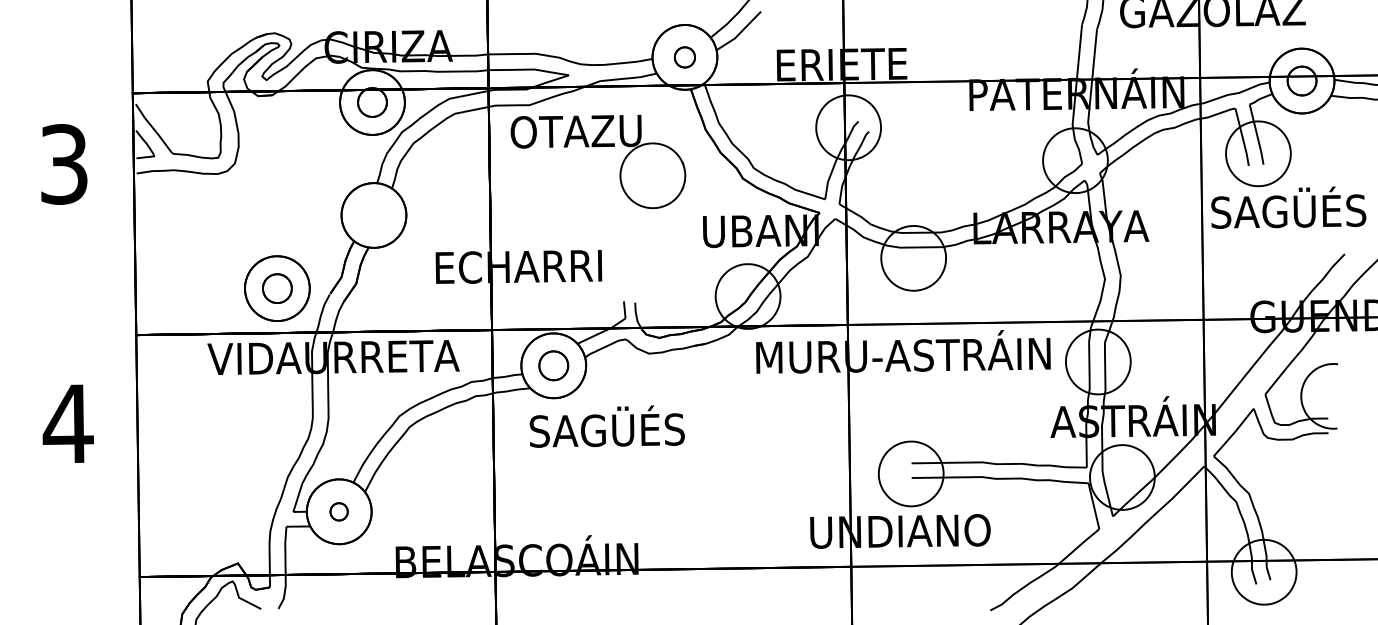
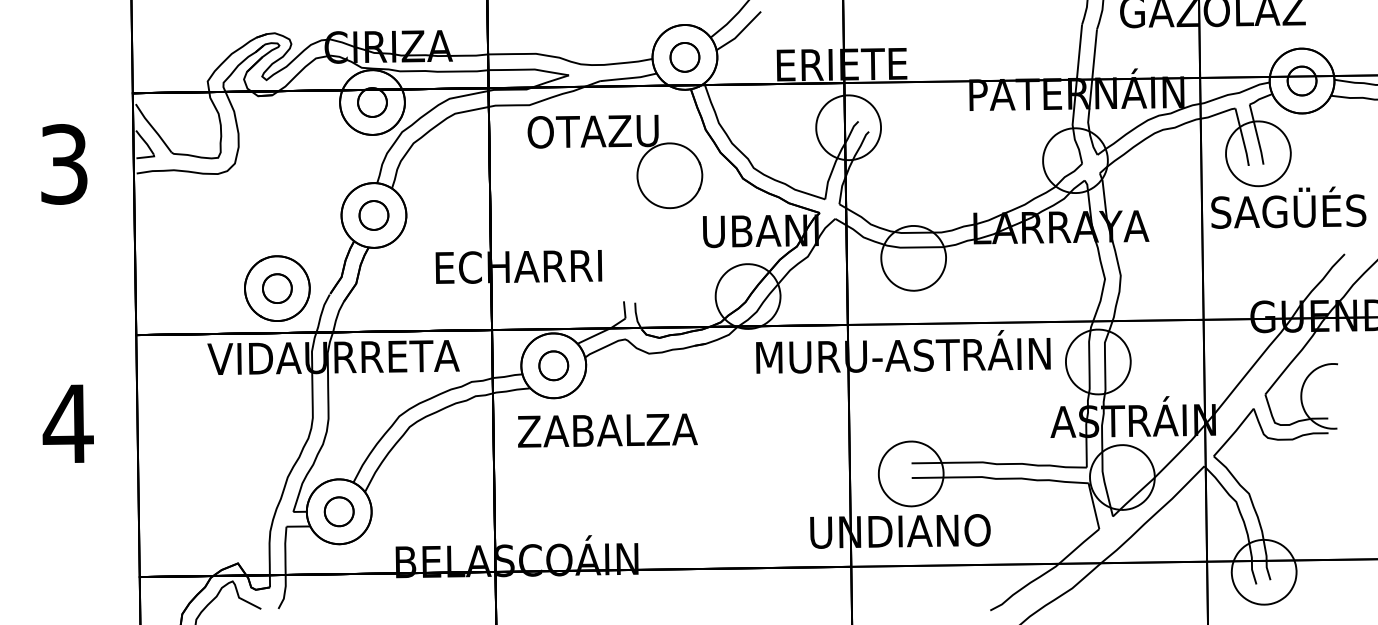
part at (684, 57) size: 23x23 px -> 32x31 px
part at (596, 147) position: (596, 147) -> (613, 147)
part at (373, 215): none -> present
text at (607, 426): SAGÜÉS -> ZABALZA
part at (338, 511) size: 20x20 px -> 32x32 px
